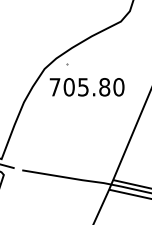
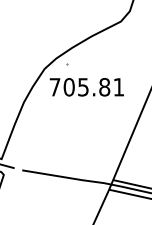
text at (118, 87): 705.80 -> 705.81
